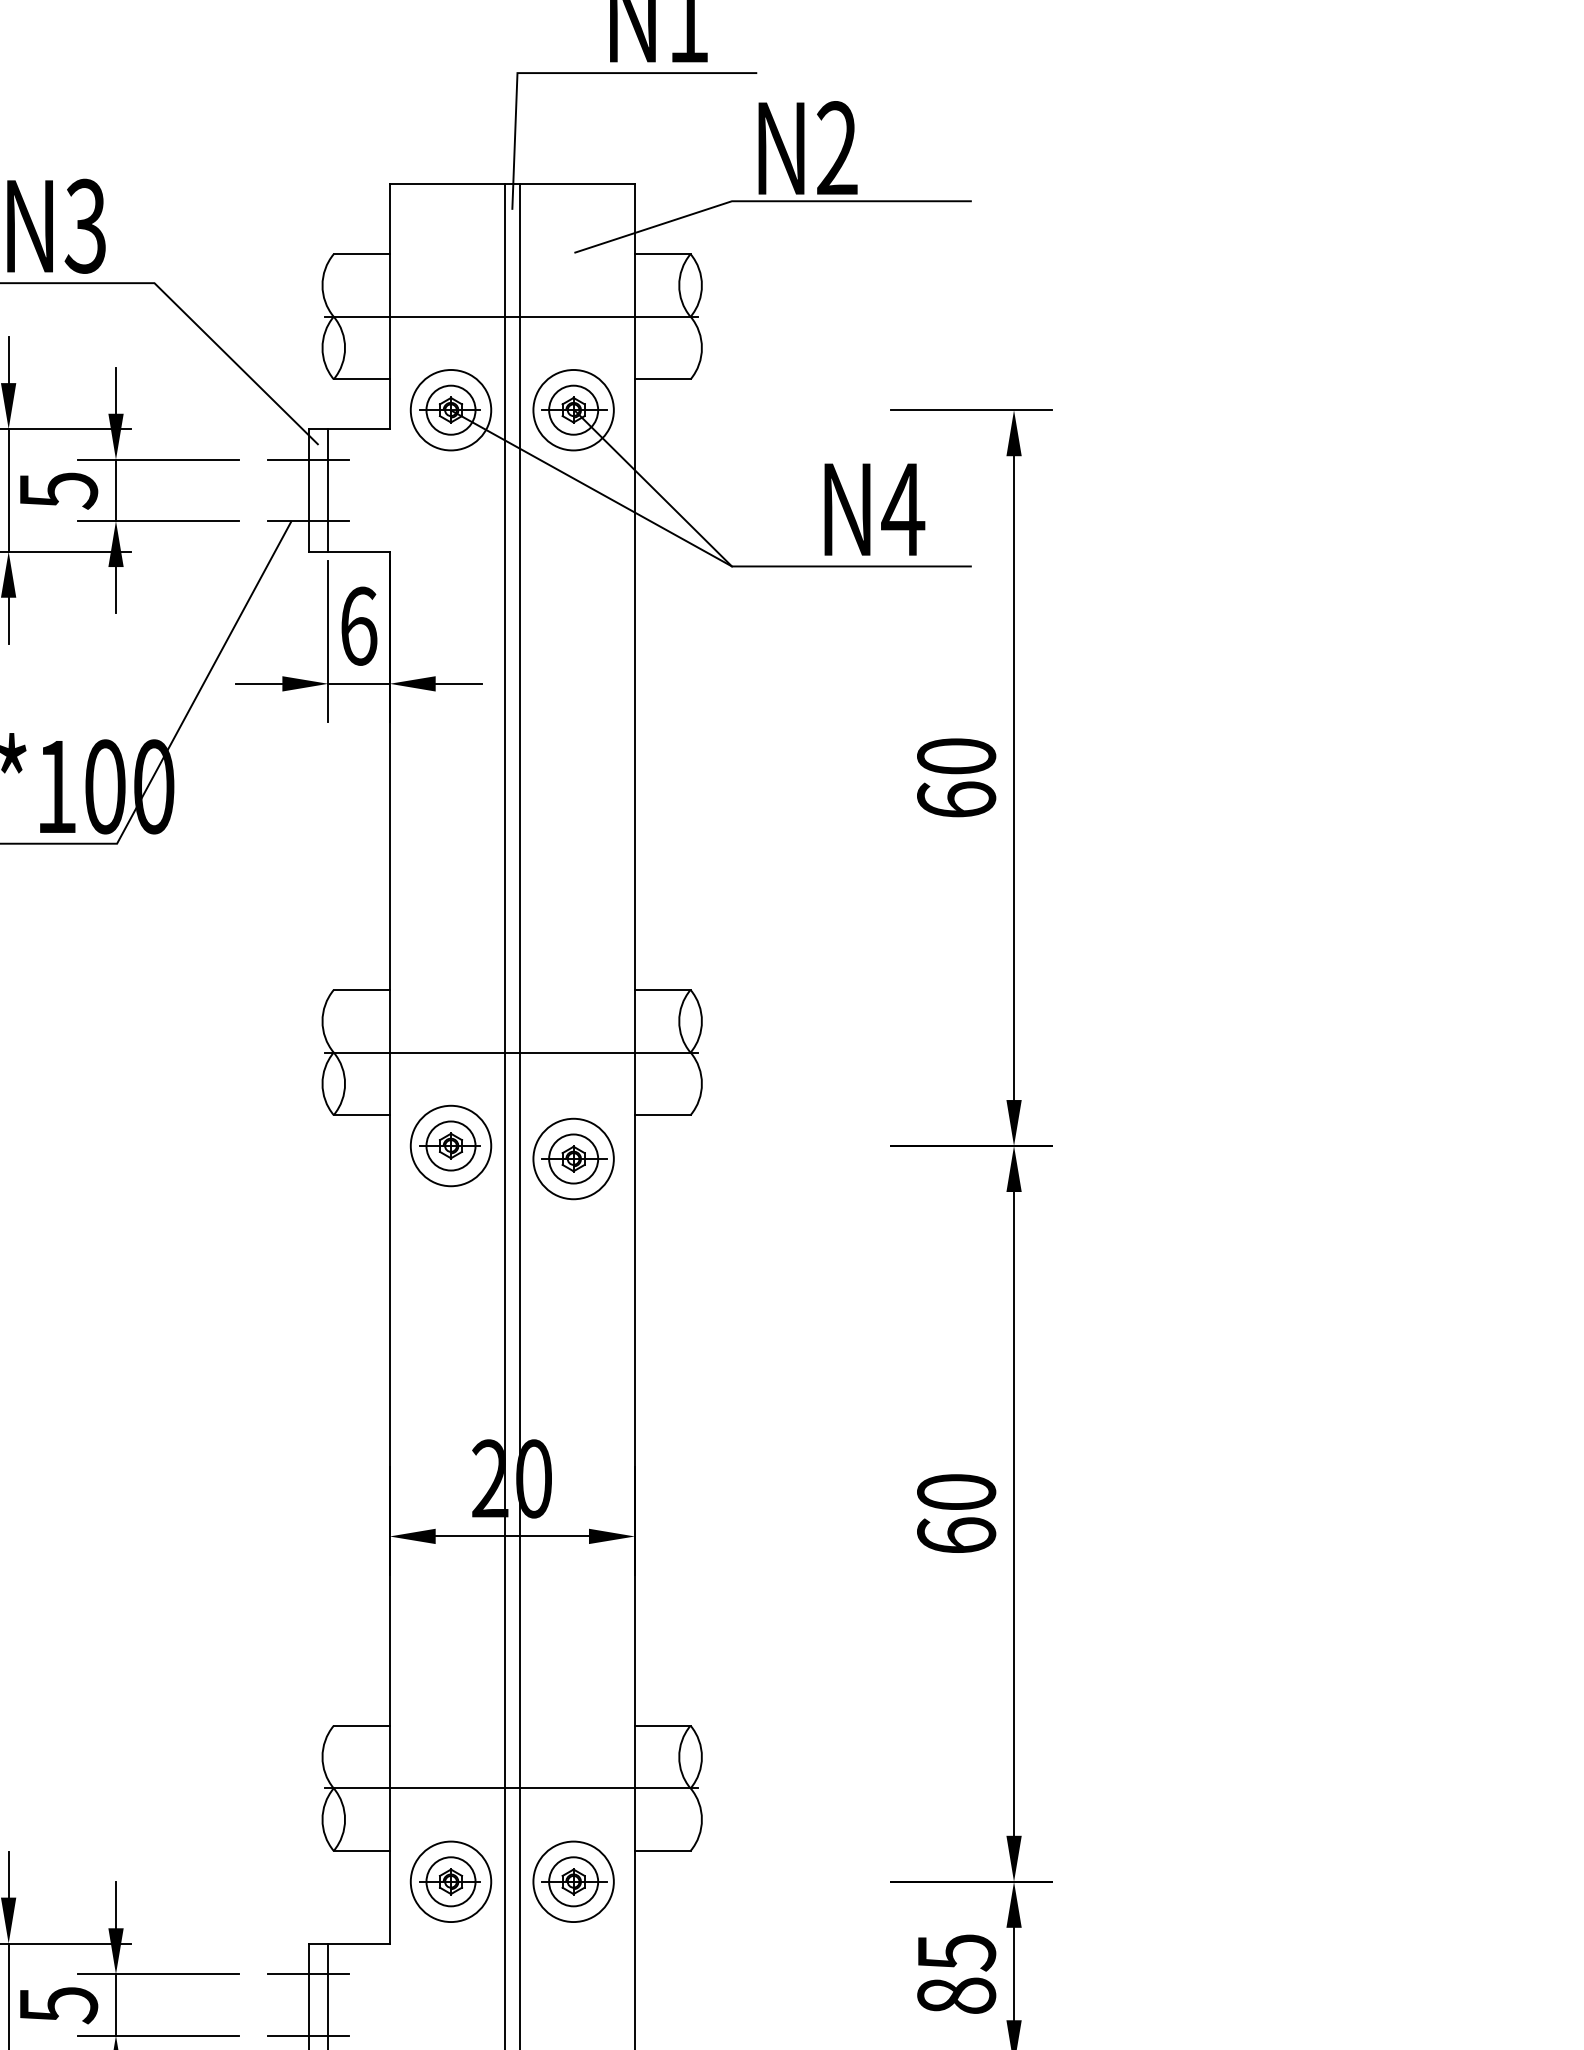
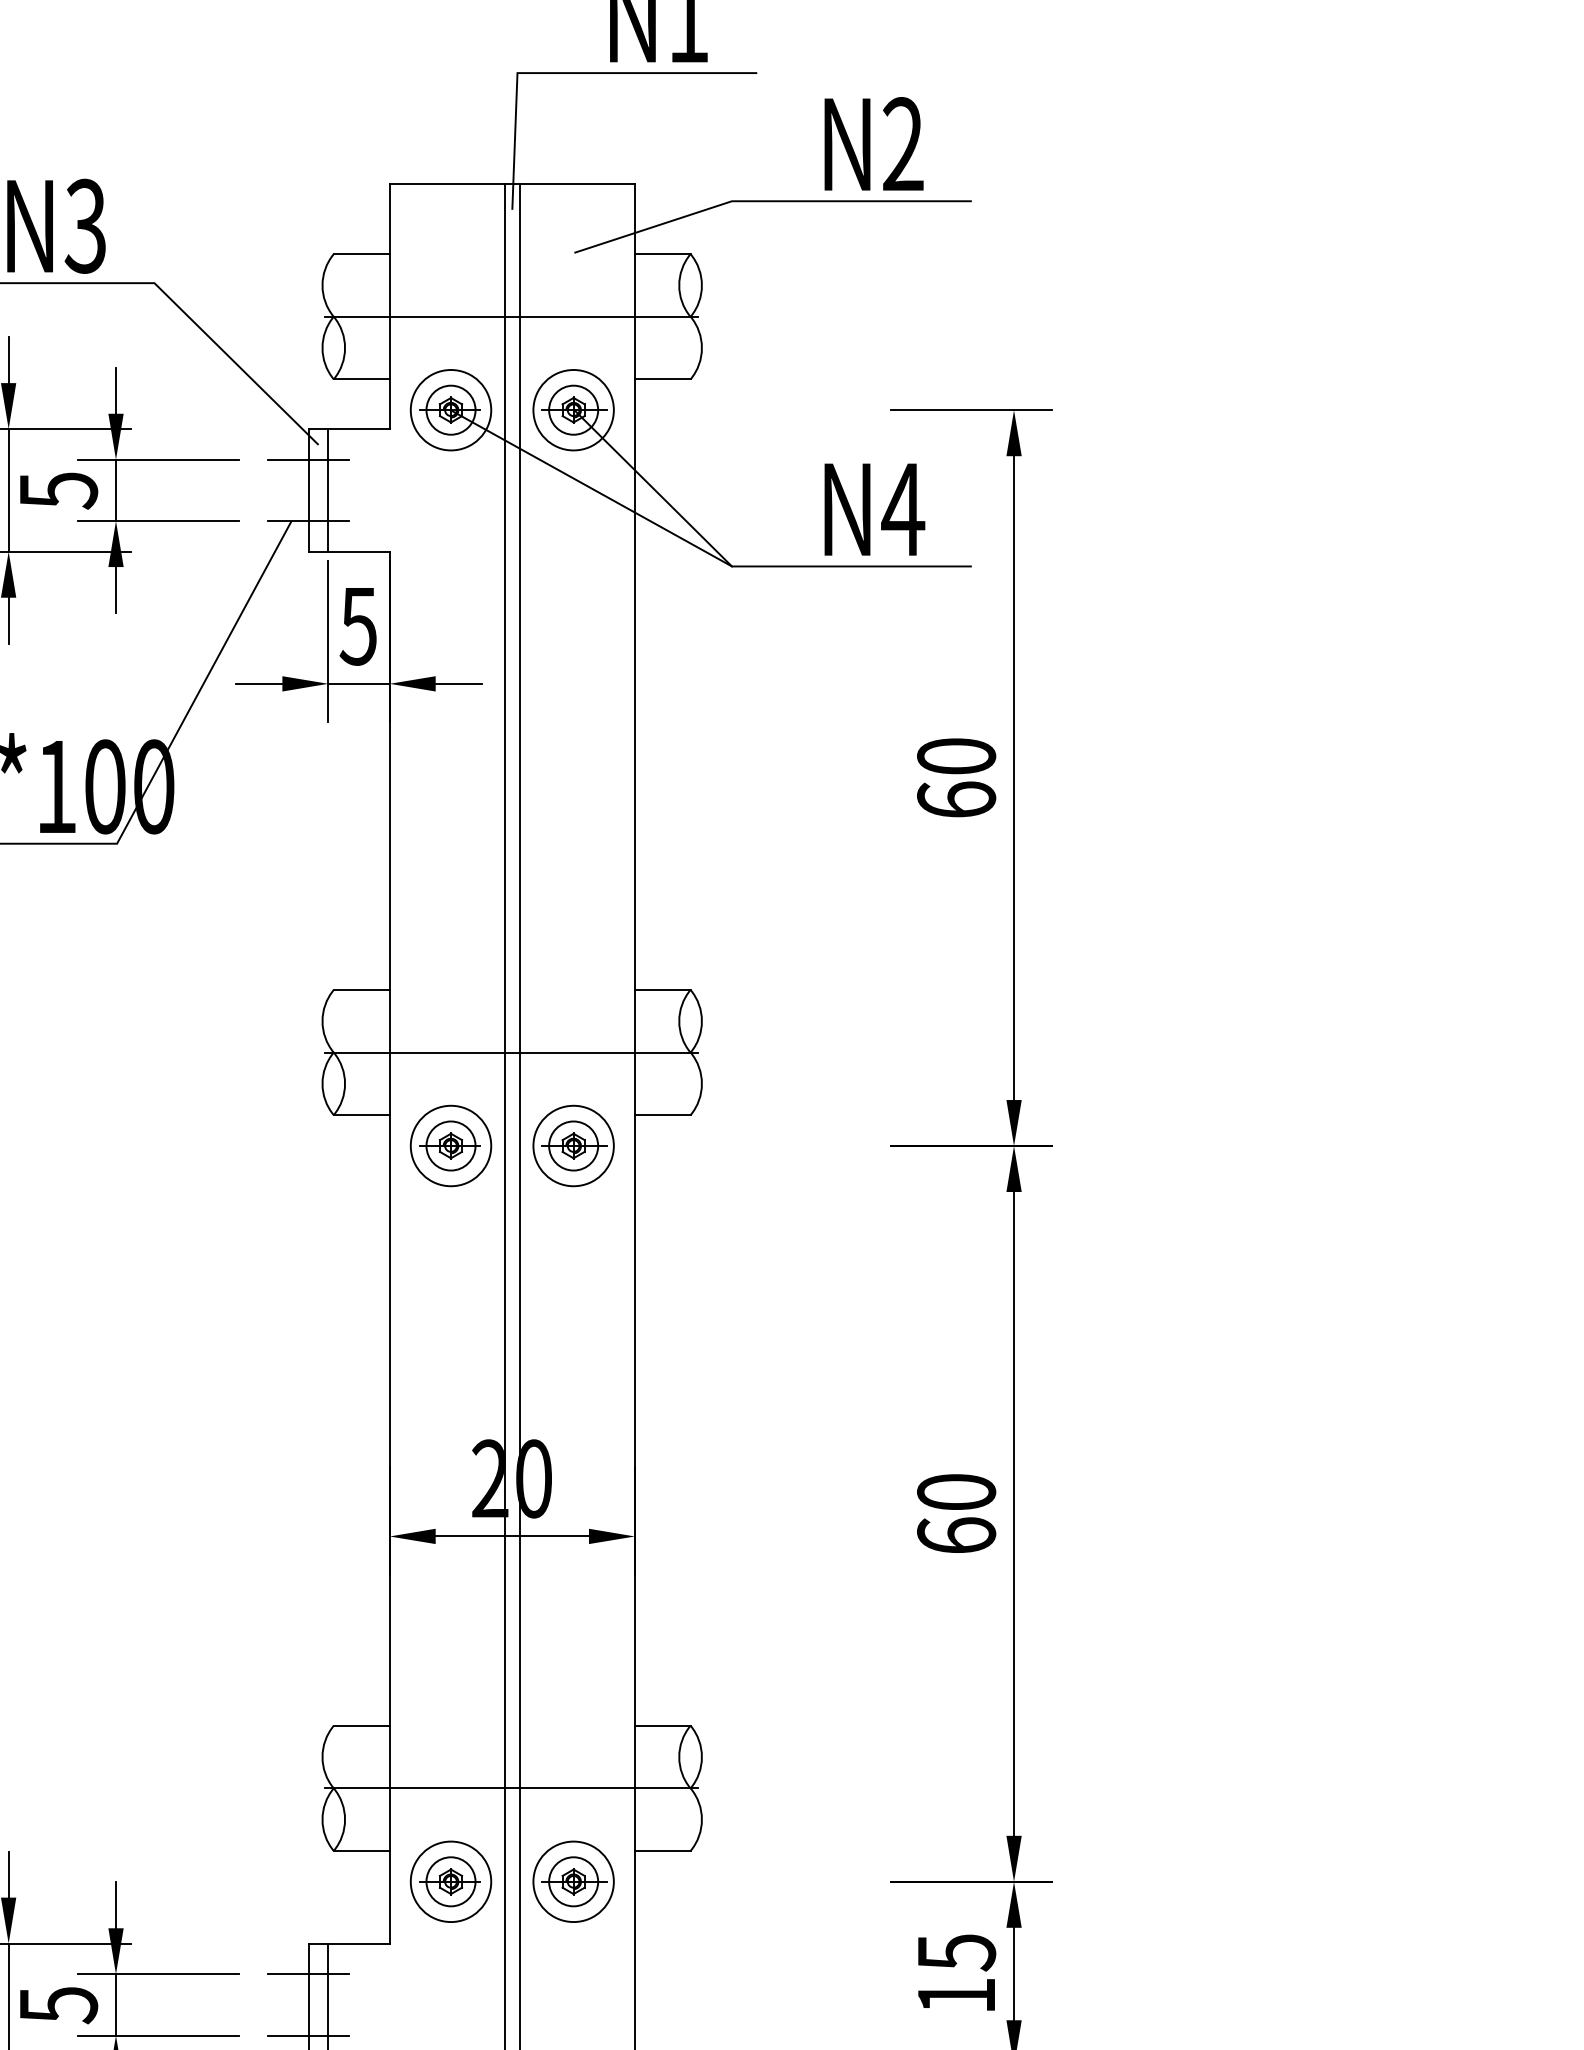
text at (807, 147) position: (807, 147) -> (873, 143)
text at (358, 625): 6 -> 5
part at (573, 1158) position: (573, 1158) -> (573, 1145)
text at (956, 1995): 85 -> 15
